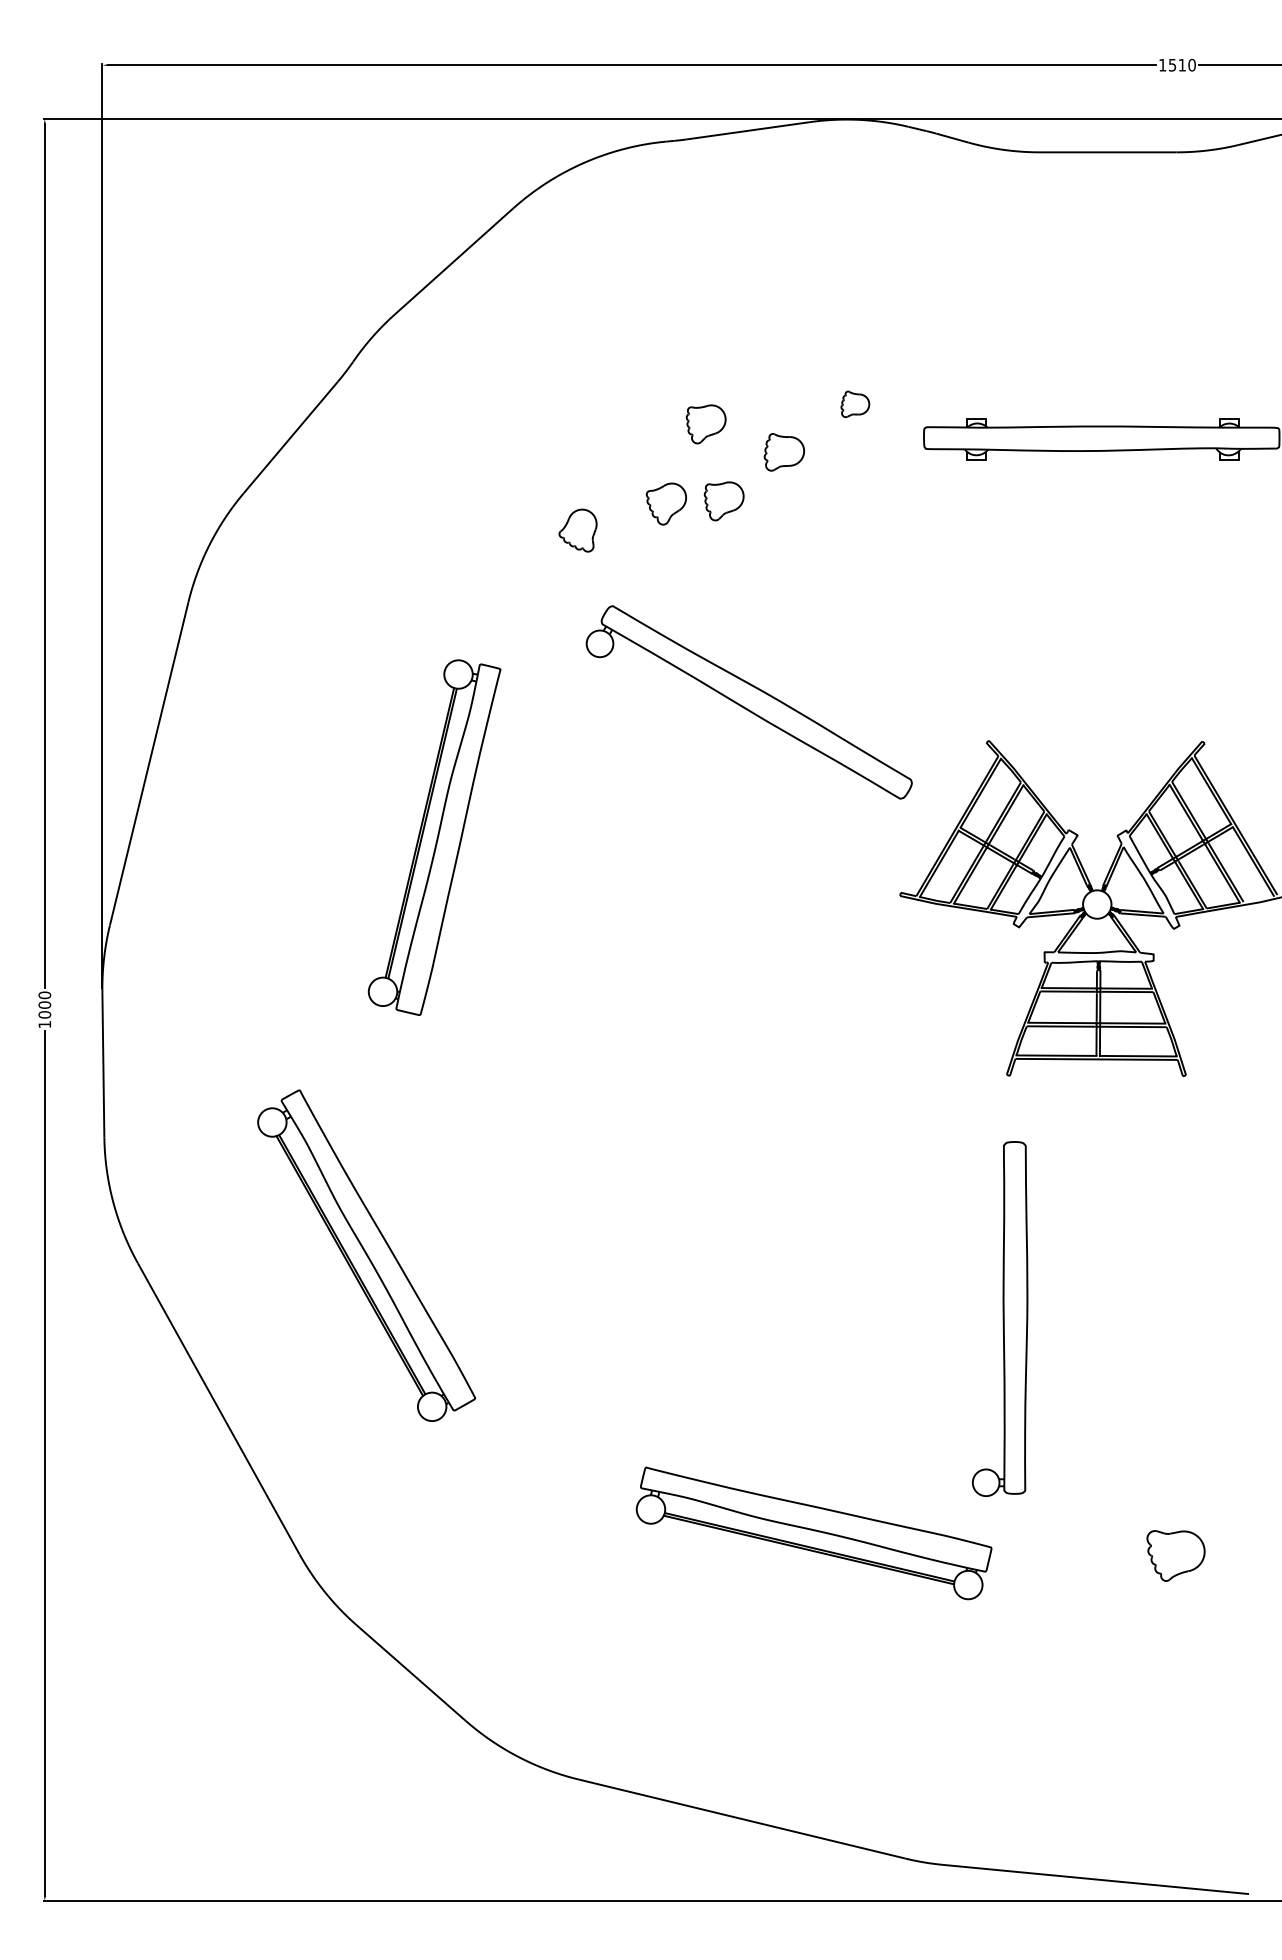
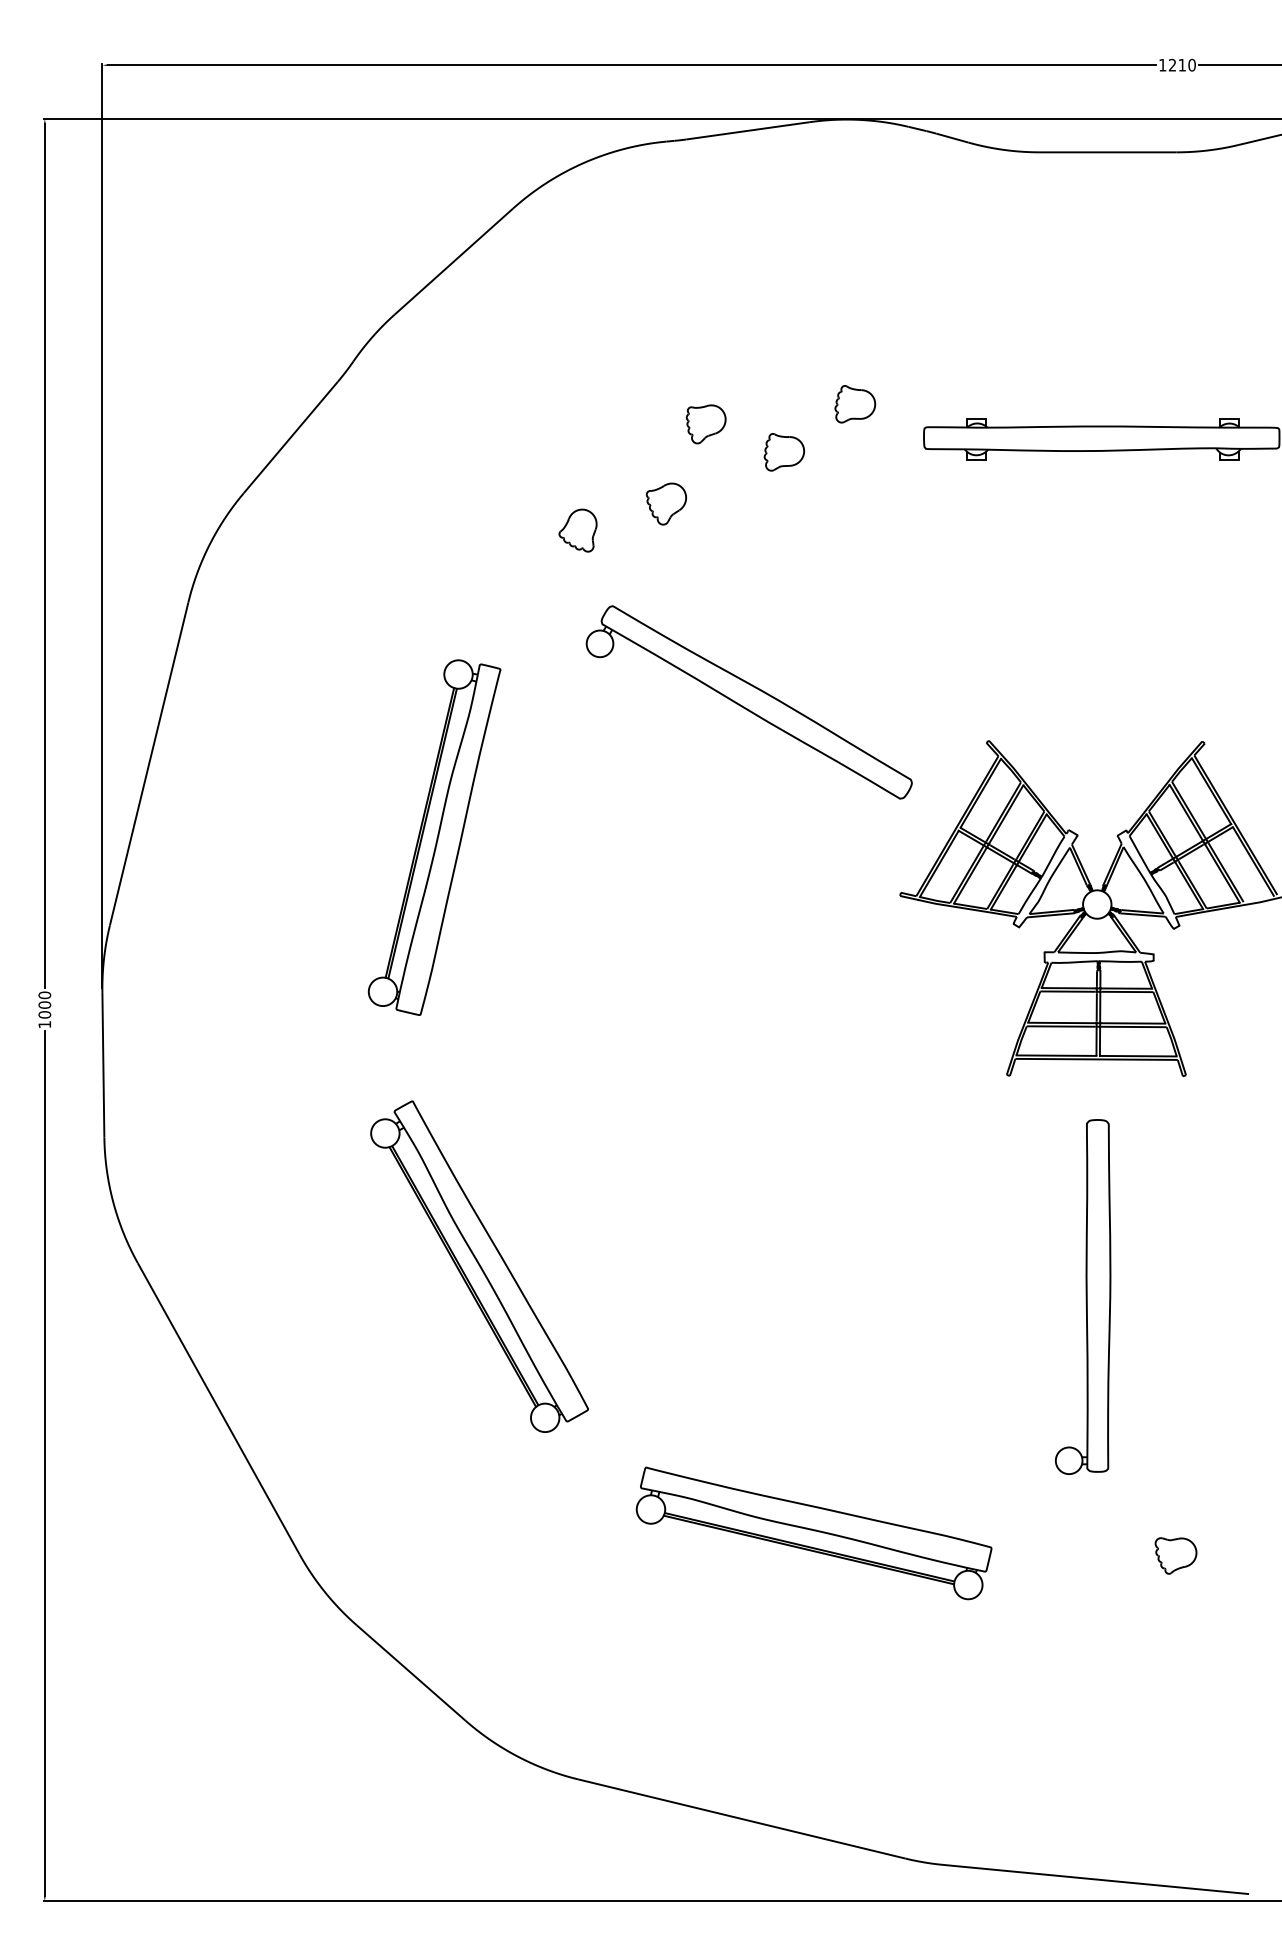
text at (1172, 64): 1510 -> 1210
part at (855, 403) size: 31x28 px -> 43x39 px
part at (723, 501): present -> none
part at (366, 1255) position: (366, 1255) -> (479, 1266)
part at (1000, 1318) position: (1000, 1318) -> (1083, 1296)
part at (1175, 1555) size: 60x52 px -> 44x38 px
